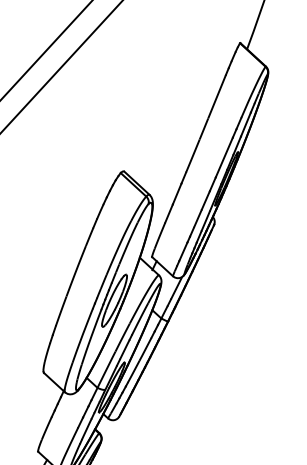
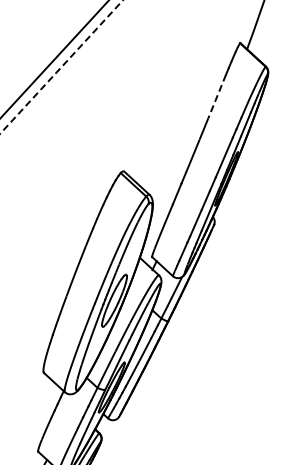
line at (46, 50) position: (46, 50) -> (54, 59)
line at (61, 67): solid -> dashed
line at (217, 96): solid -> dashed
